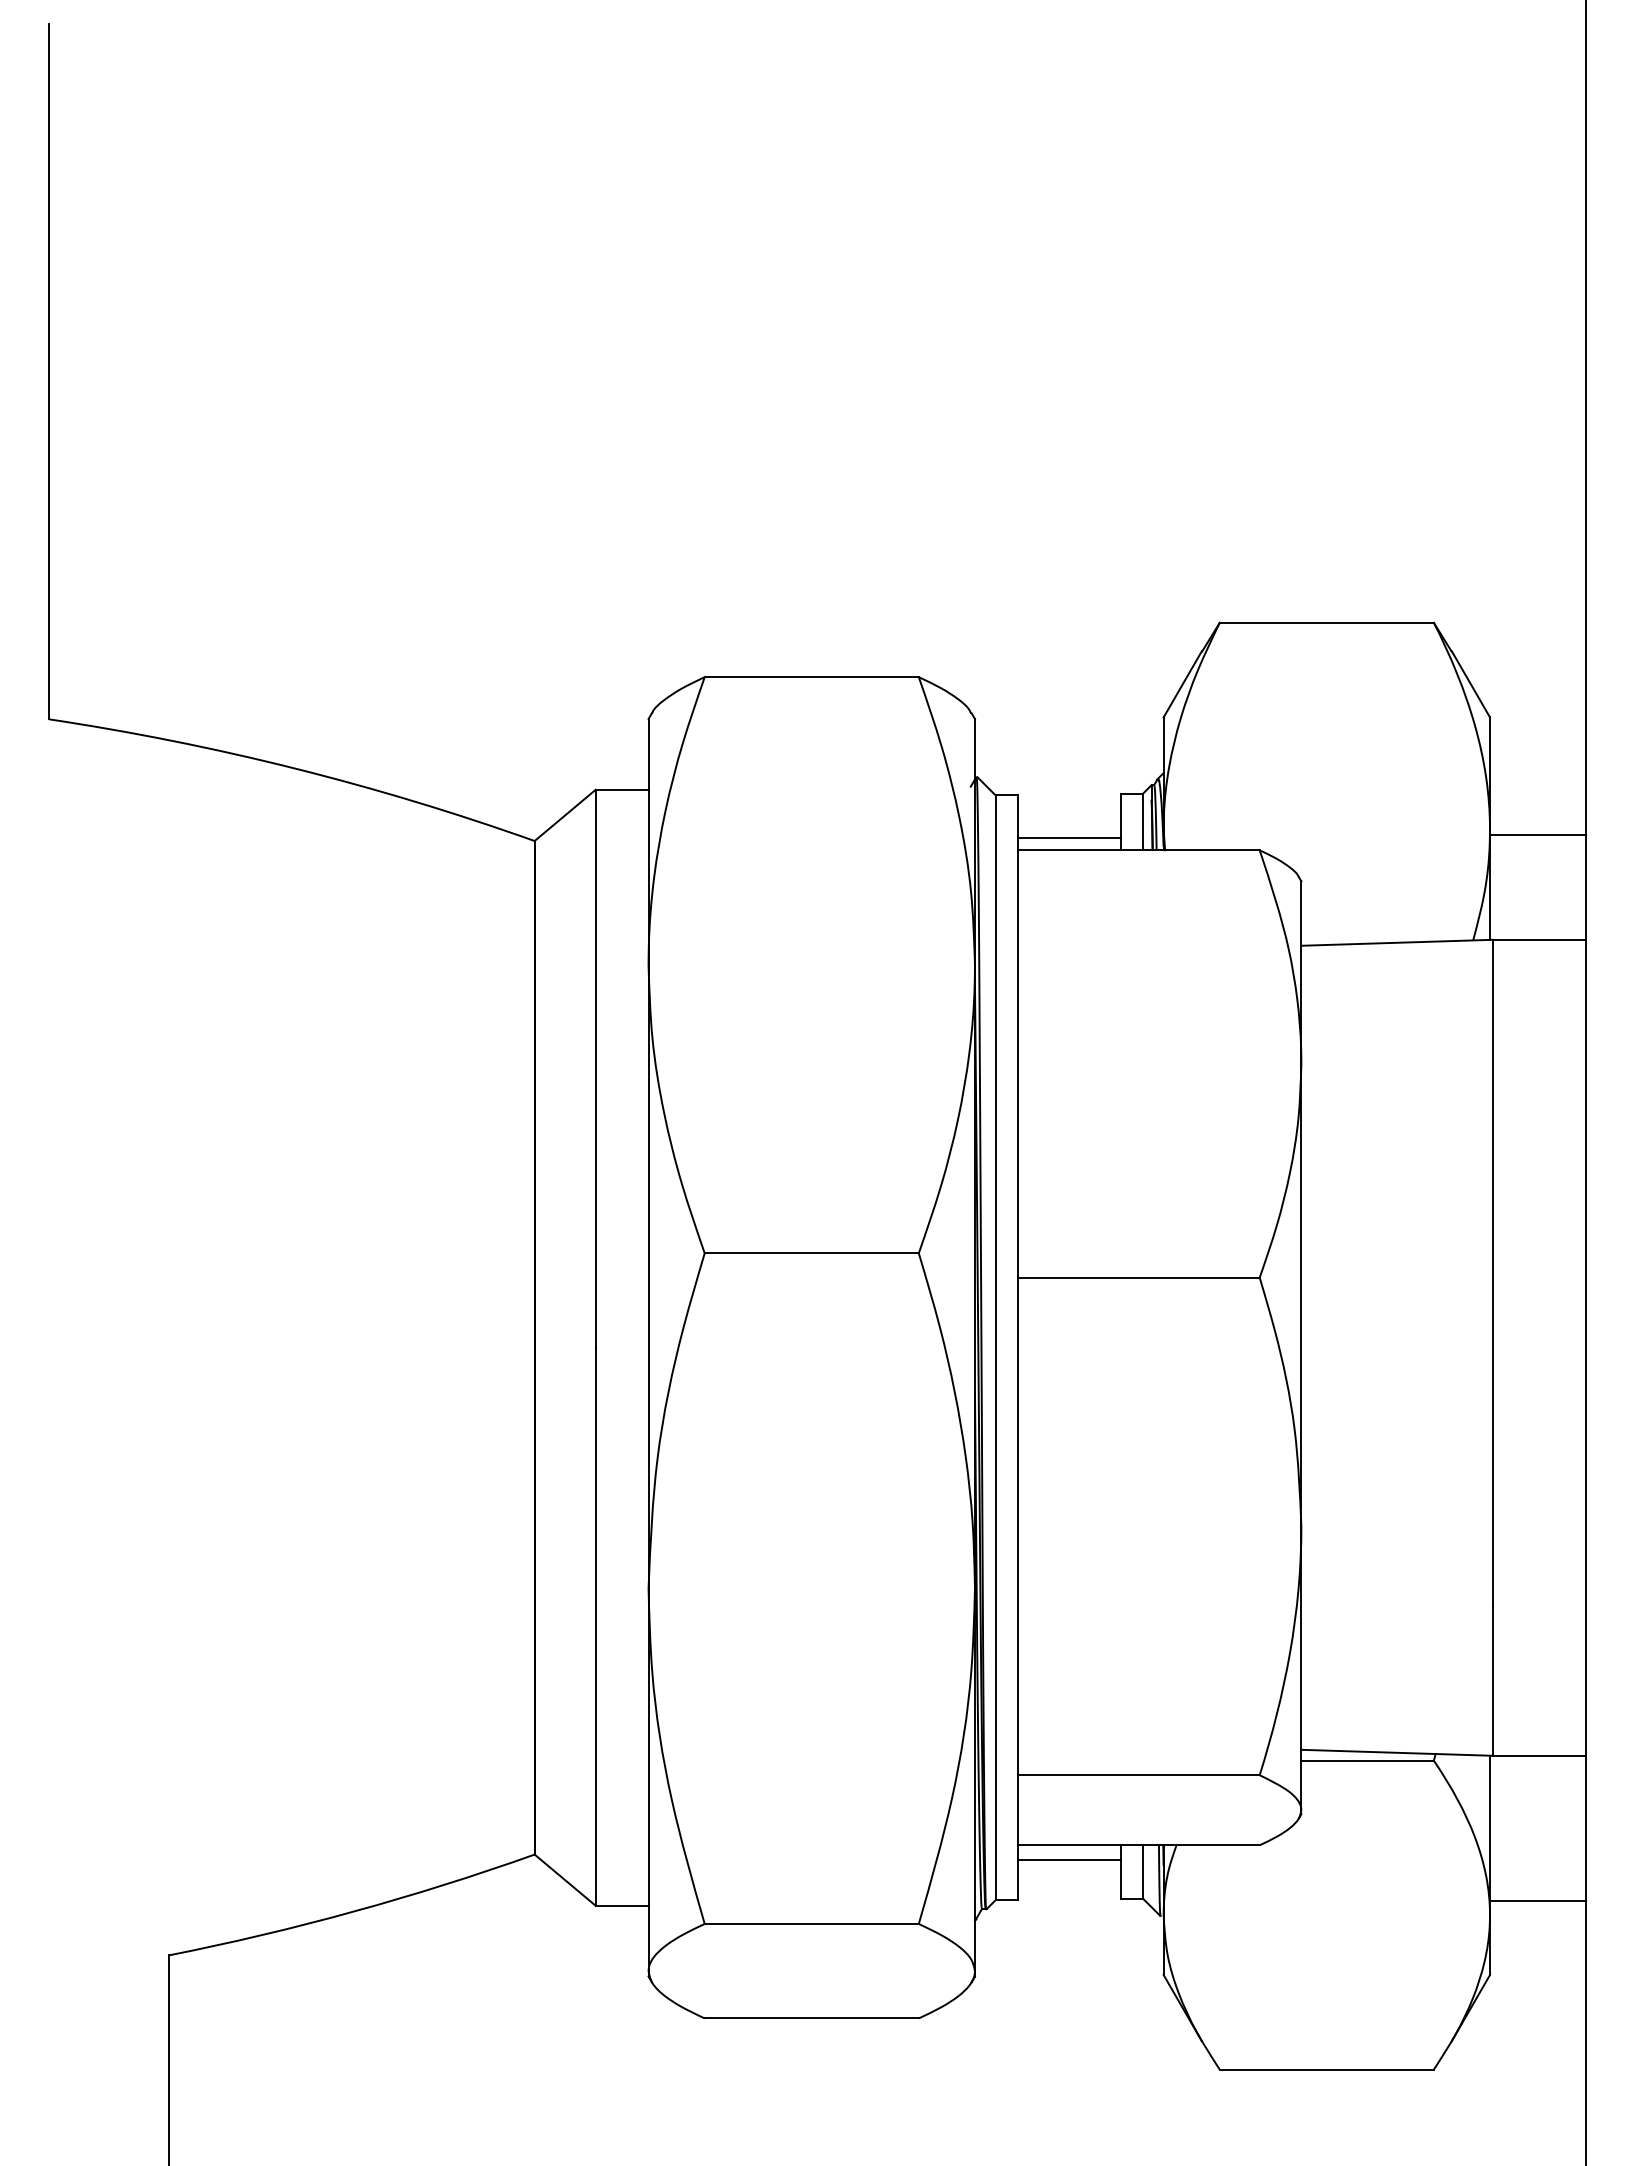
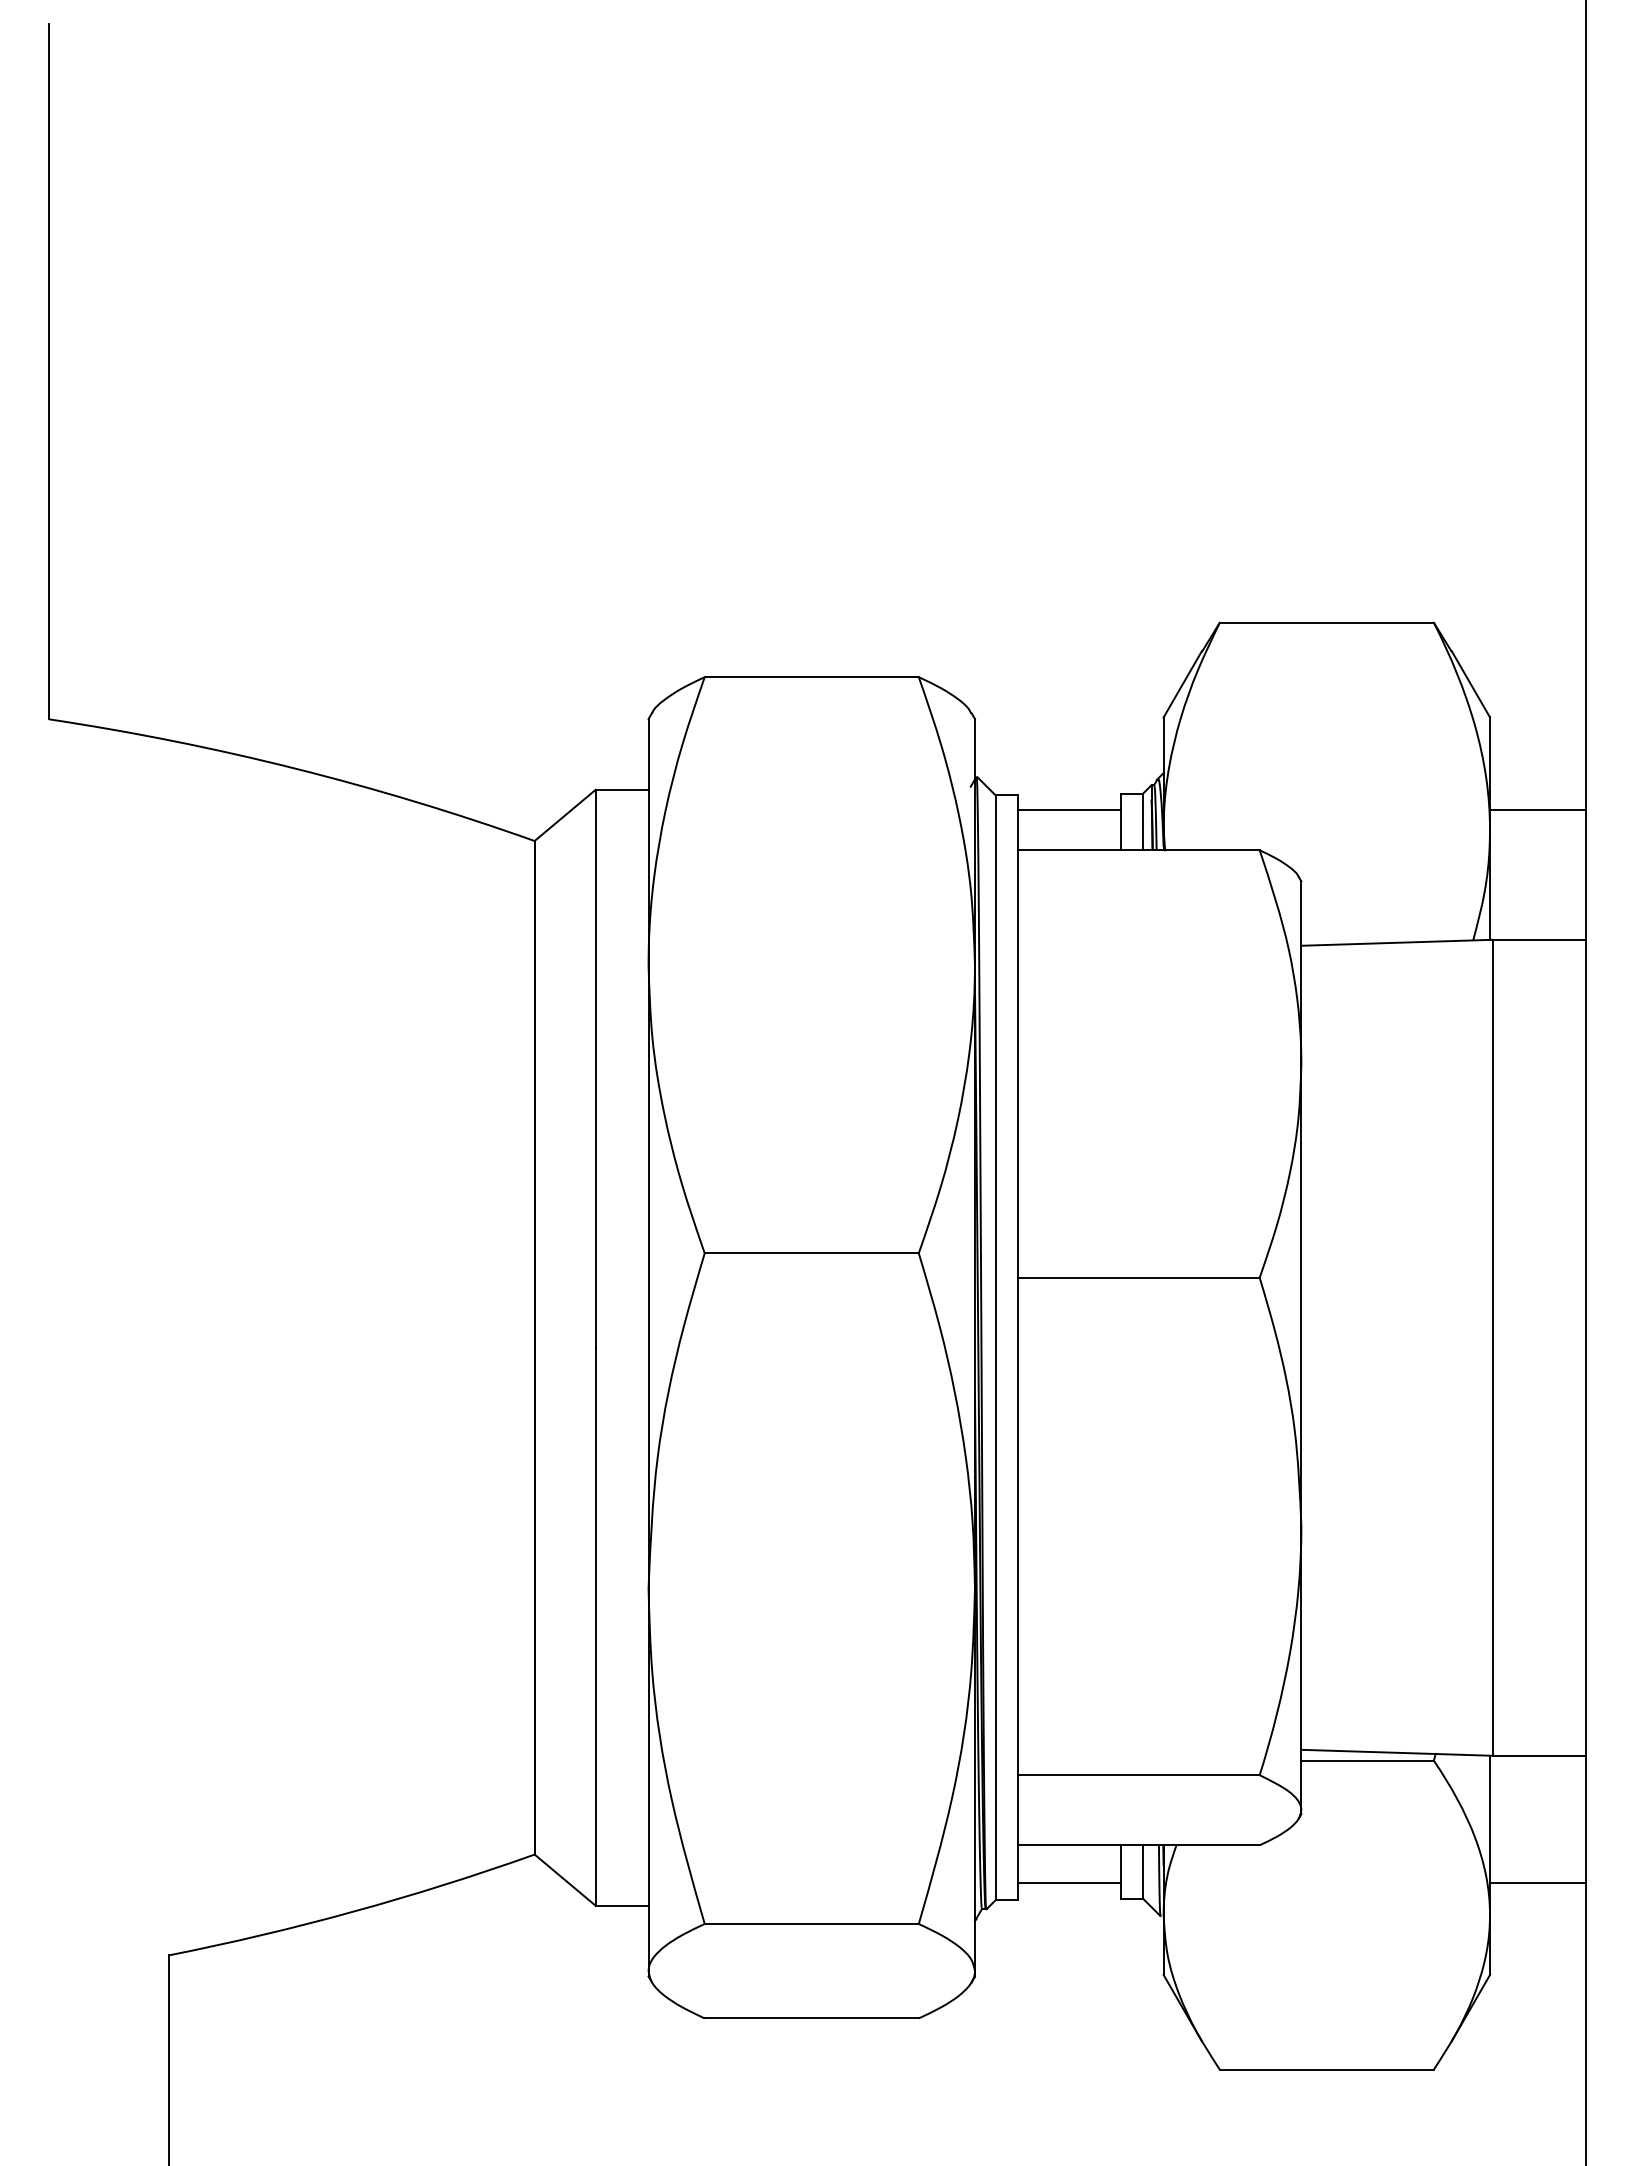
line at (1537, 834) position: (1537, 834) -> (1537, 809)
line at (1068, 837) position: (1068, 837) -> (1068, 809)
line at (1068, 1859) position: (1068, 1859) -> (1068, 1882)
line at (1537, 1900) position: (1537, 1900) -> (1537, 1882)
